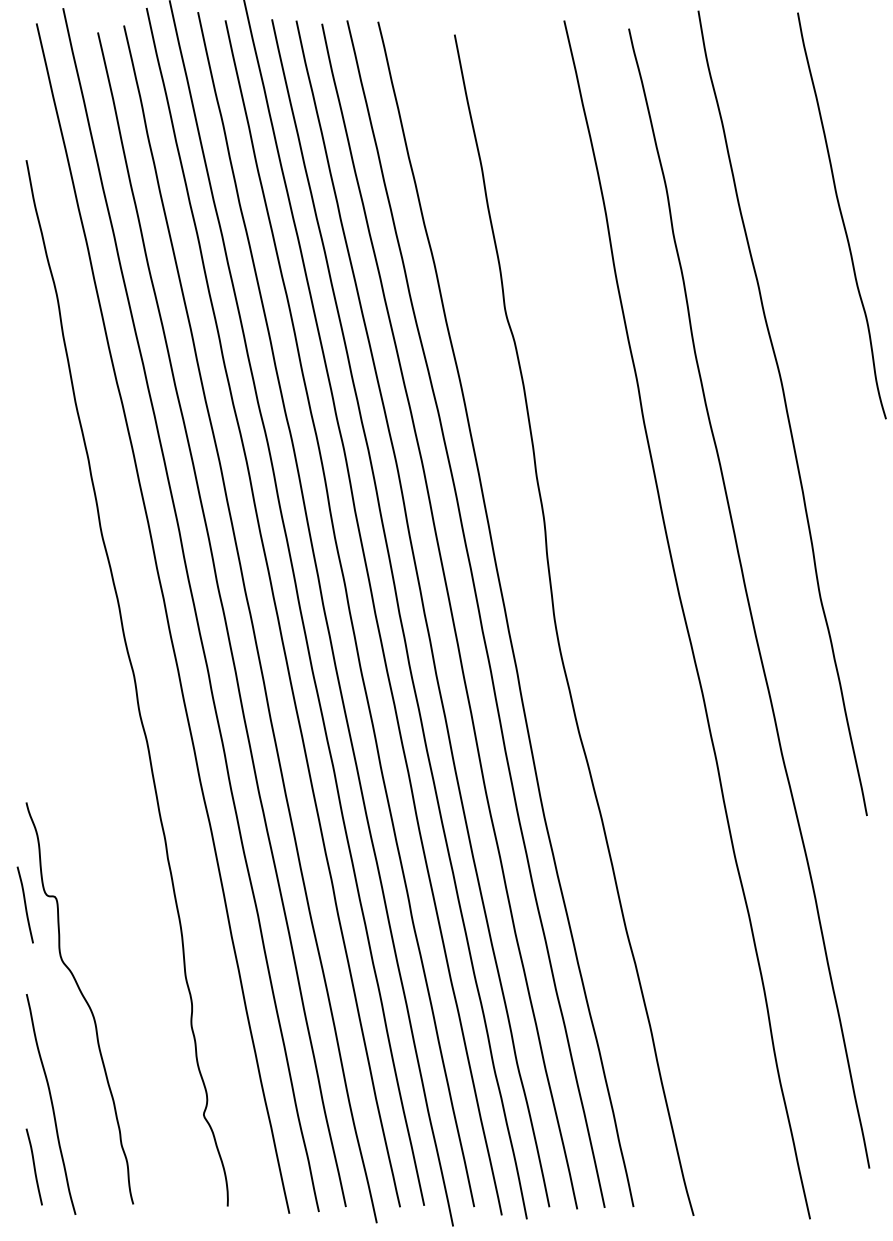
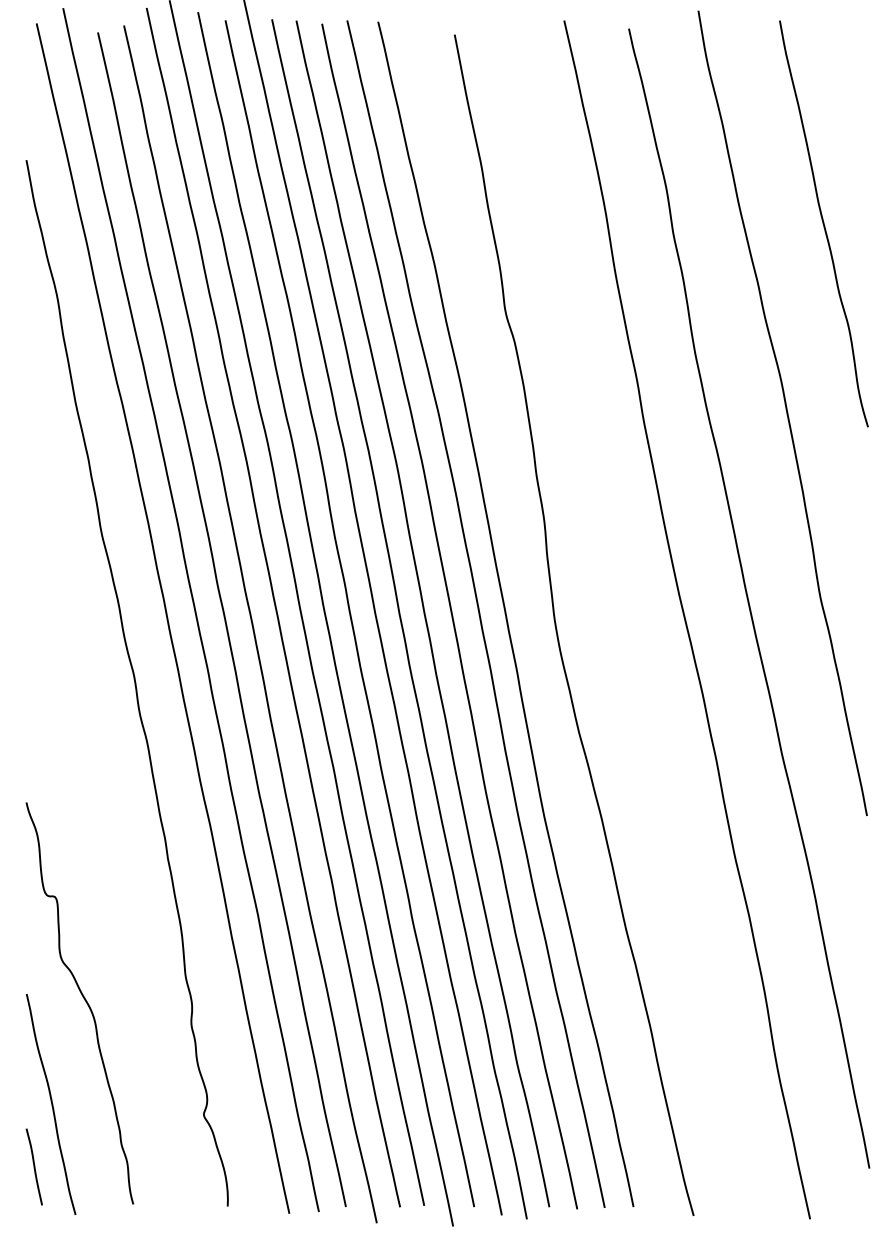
curve at (841, 215) position: (841, 215) -> (823, 223)
curve at (24, 904): present -> none
